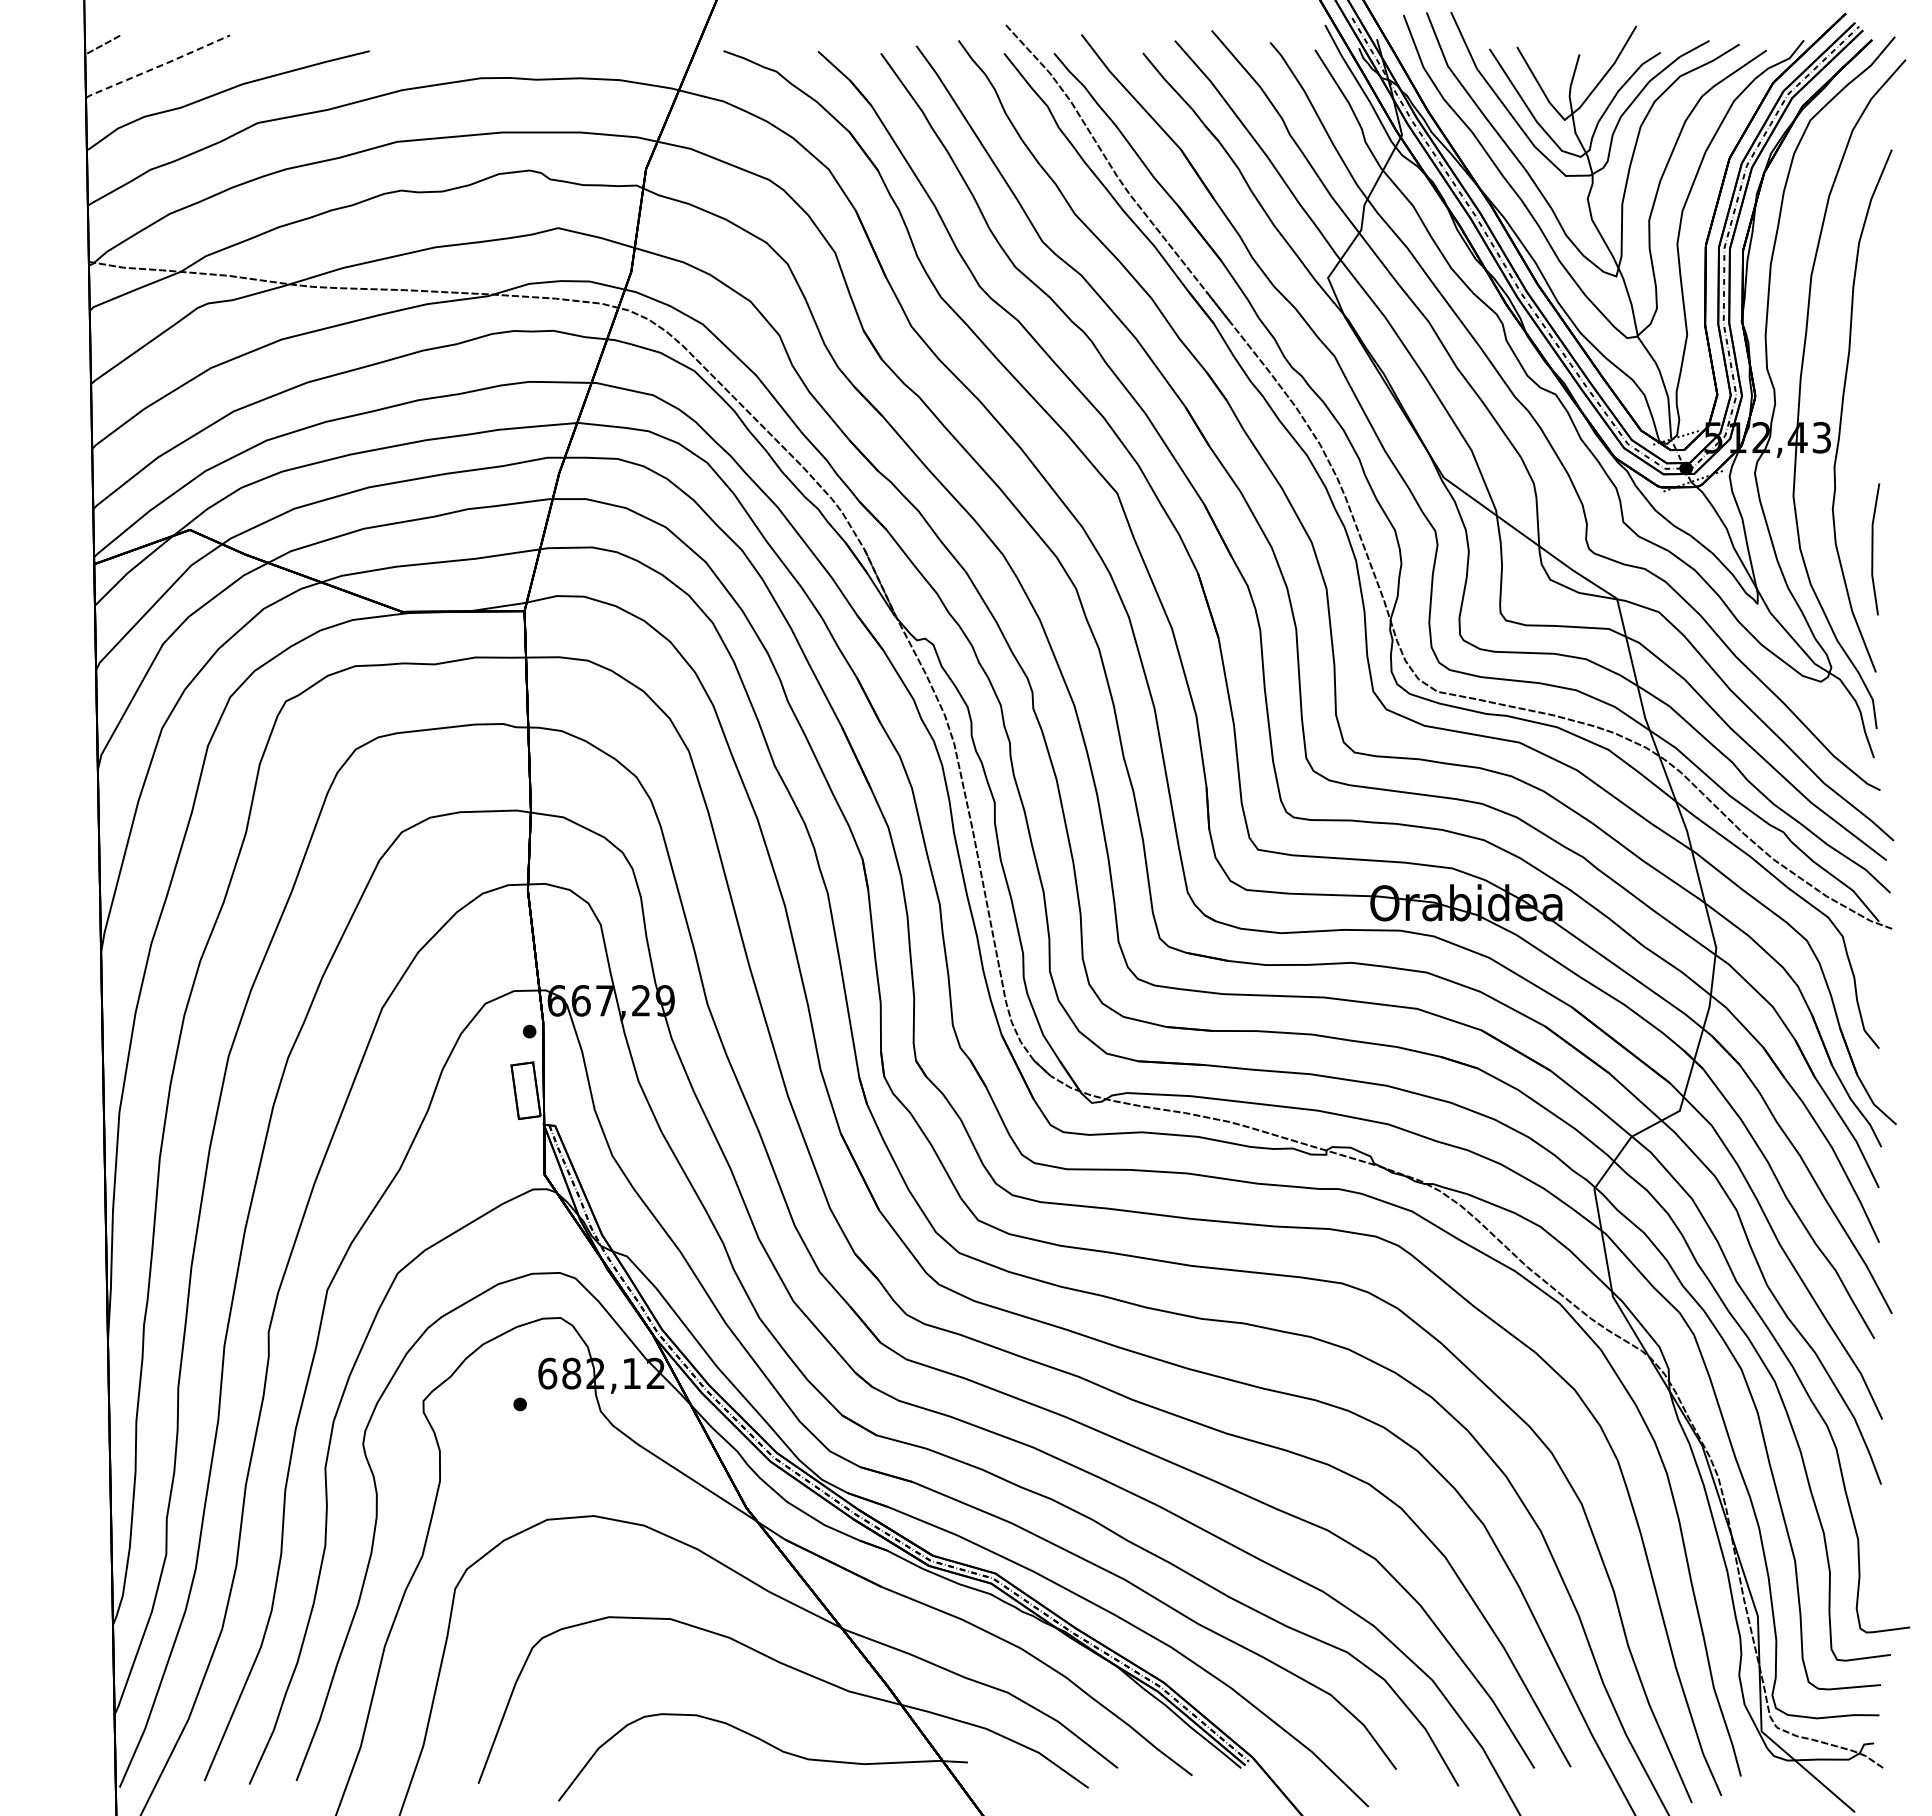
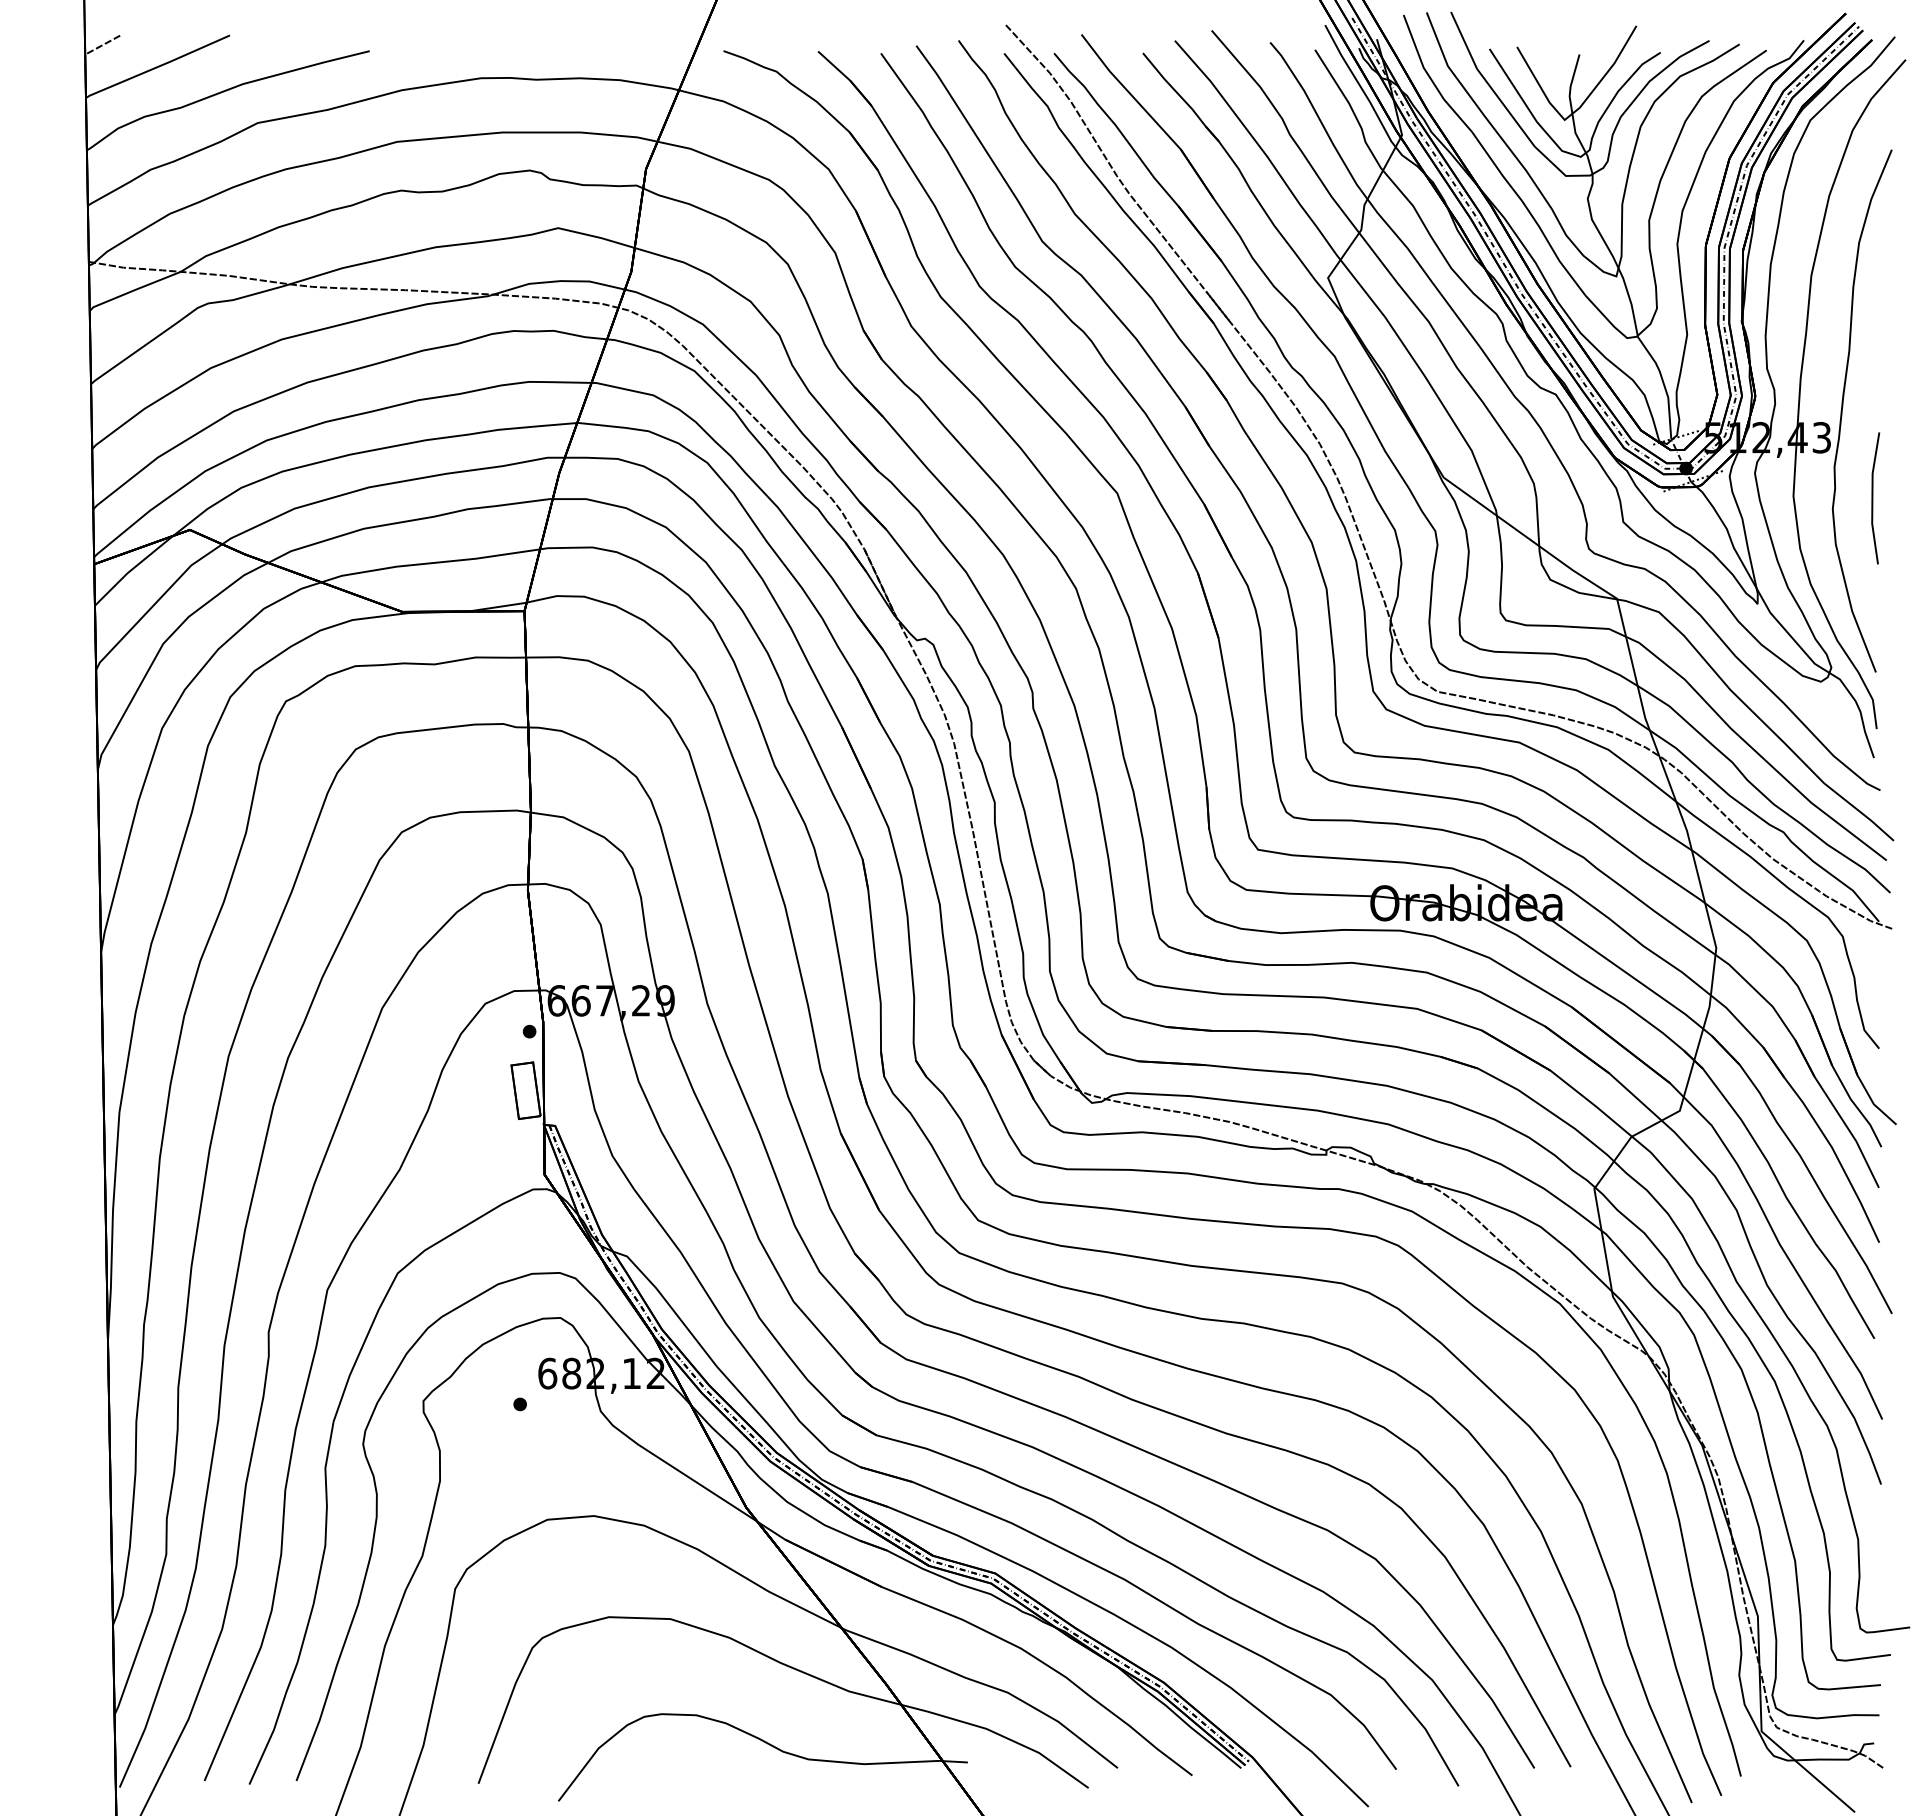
line at (158, 66): dashed -> solid
line at (1873, 549) position: (1873, 549) -> (1873, 498)
